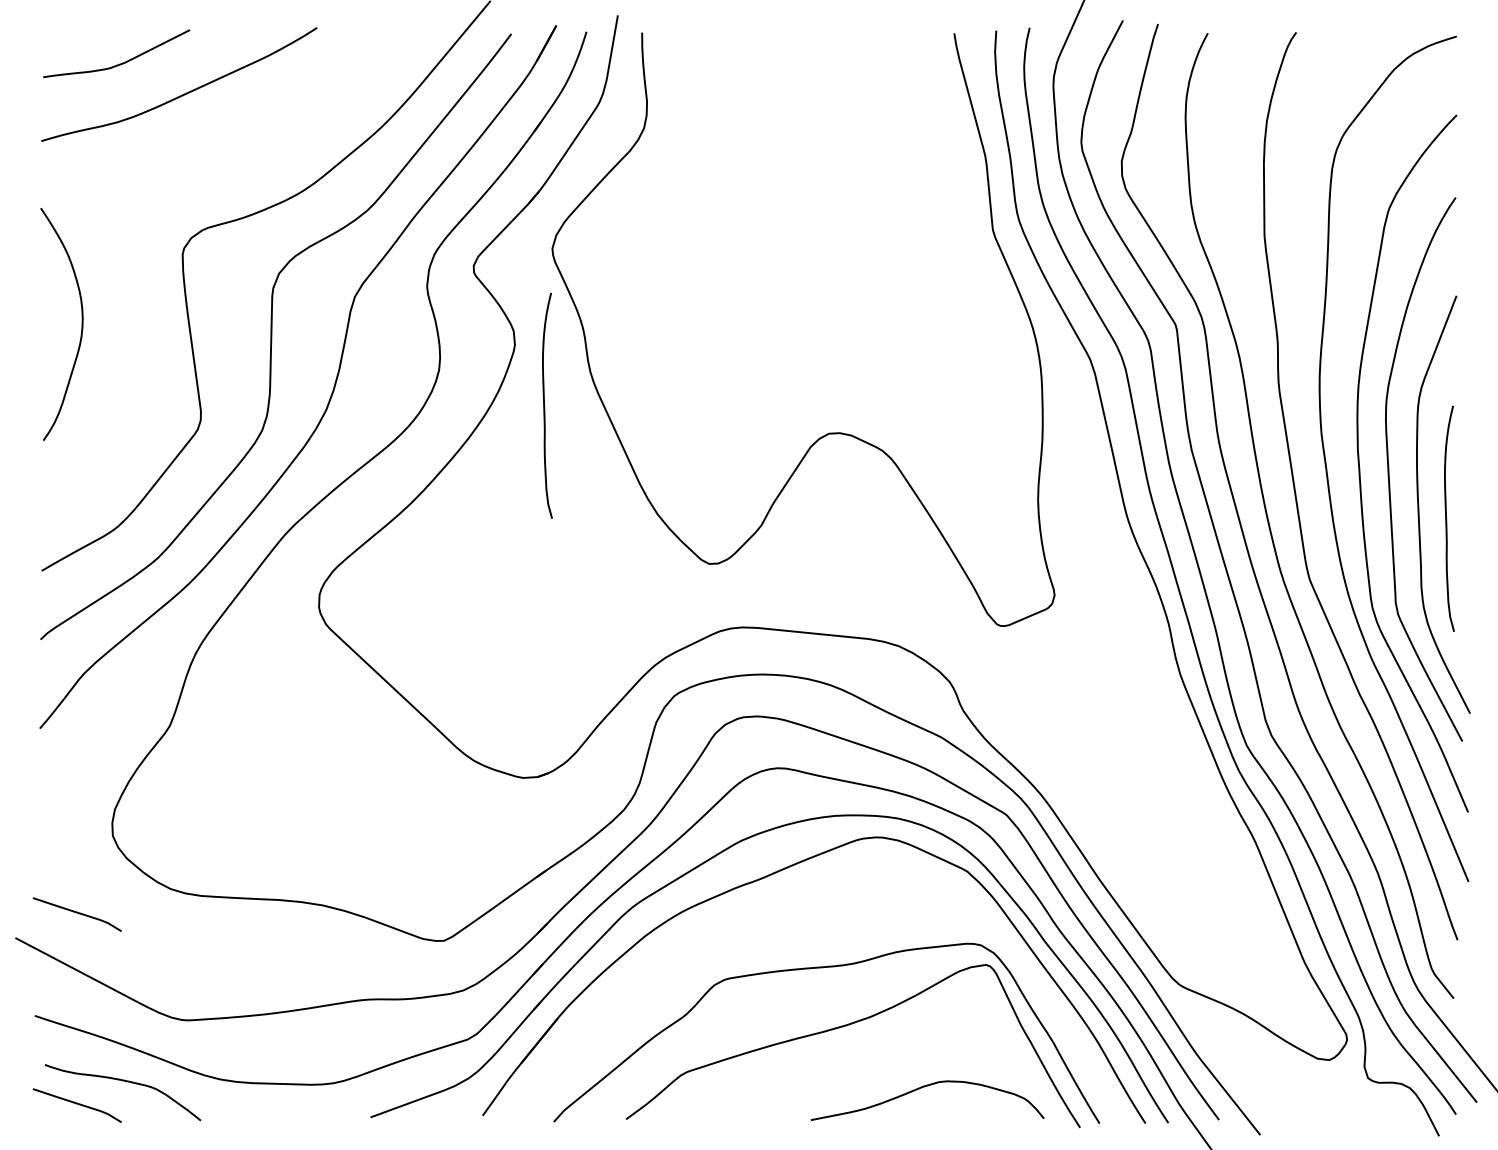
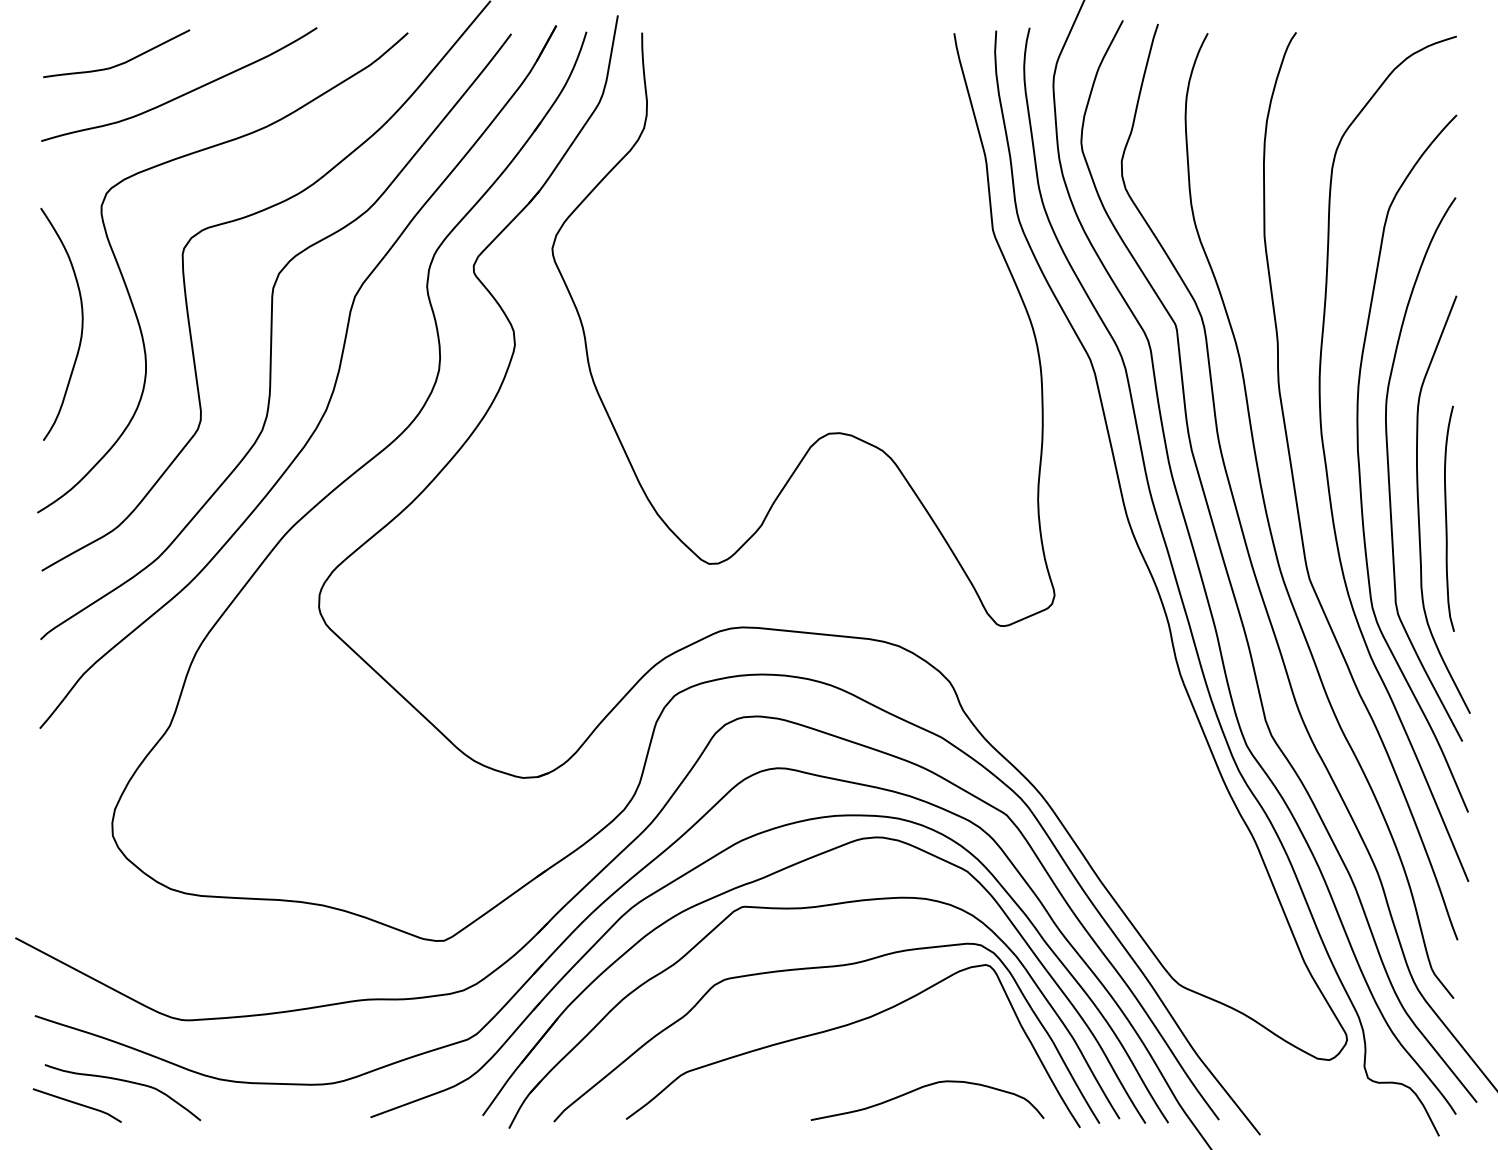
curve at (133, 303): none -> present
curve at (545, 406): present -> none
part at (801, 909): none -> present
curve at (76, 913): present -> none
